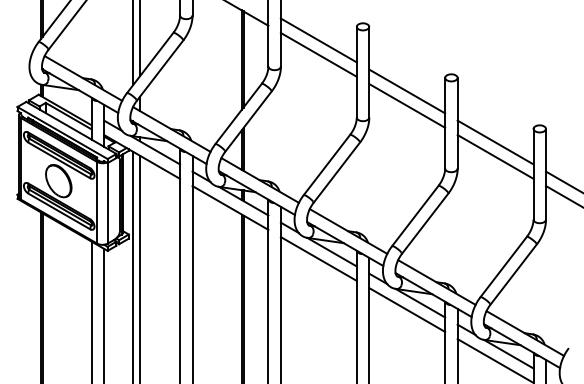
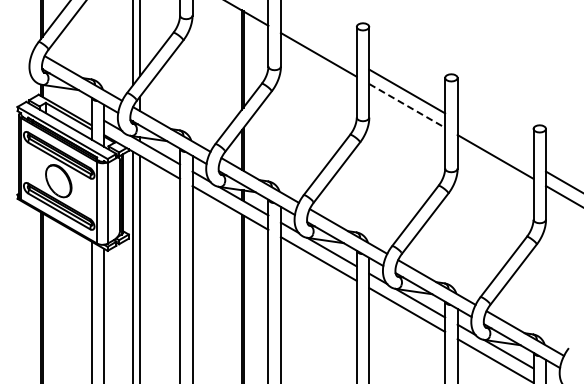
line at (318, 40): present -> none
line at (407, 105): solid -> dashed
line at (495, 142): present -> none
